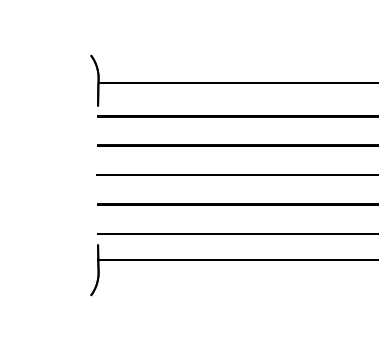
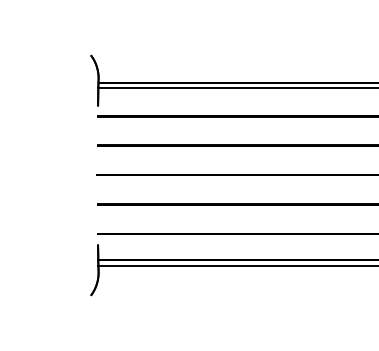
line at (236, 88): none -> present
line at (236, 265): none -> present
